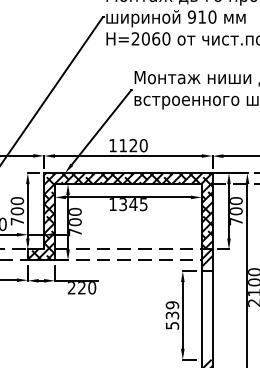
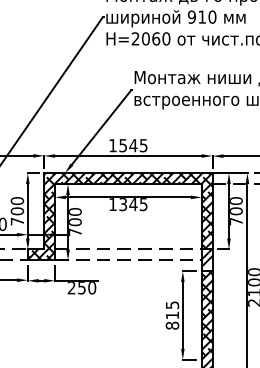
text at (133, 145): 1120 -> 1545
text at (81, 288): 220 -> 250
text at (172, 315): 539 -> 815
hatch at (206, 315): none -> present
